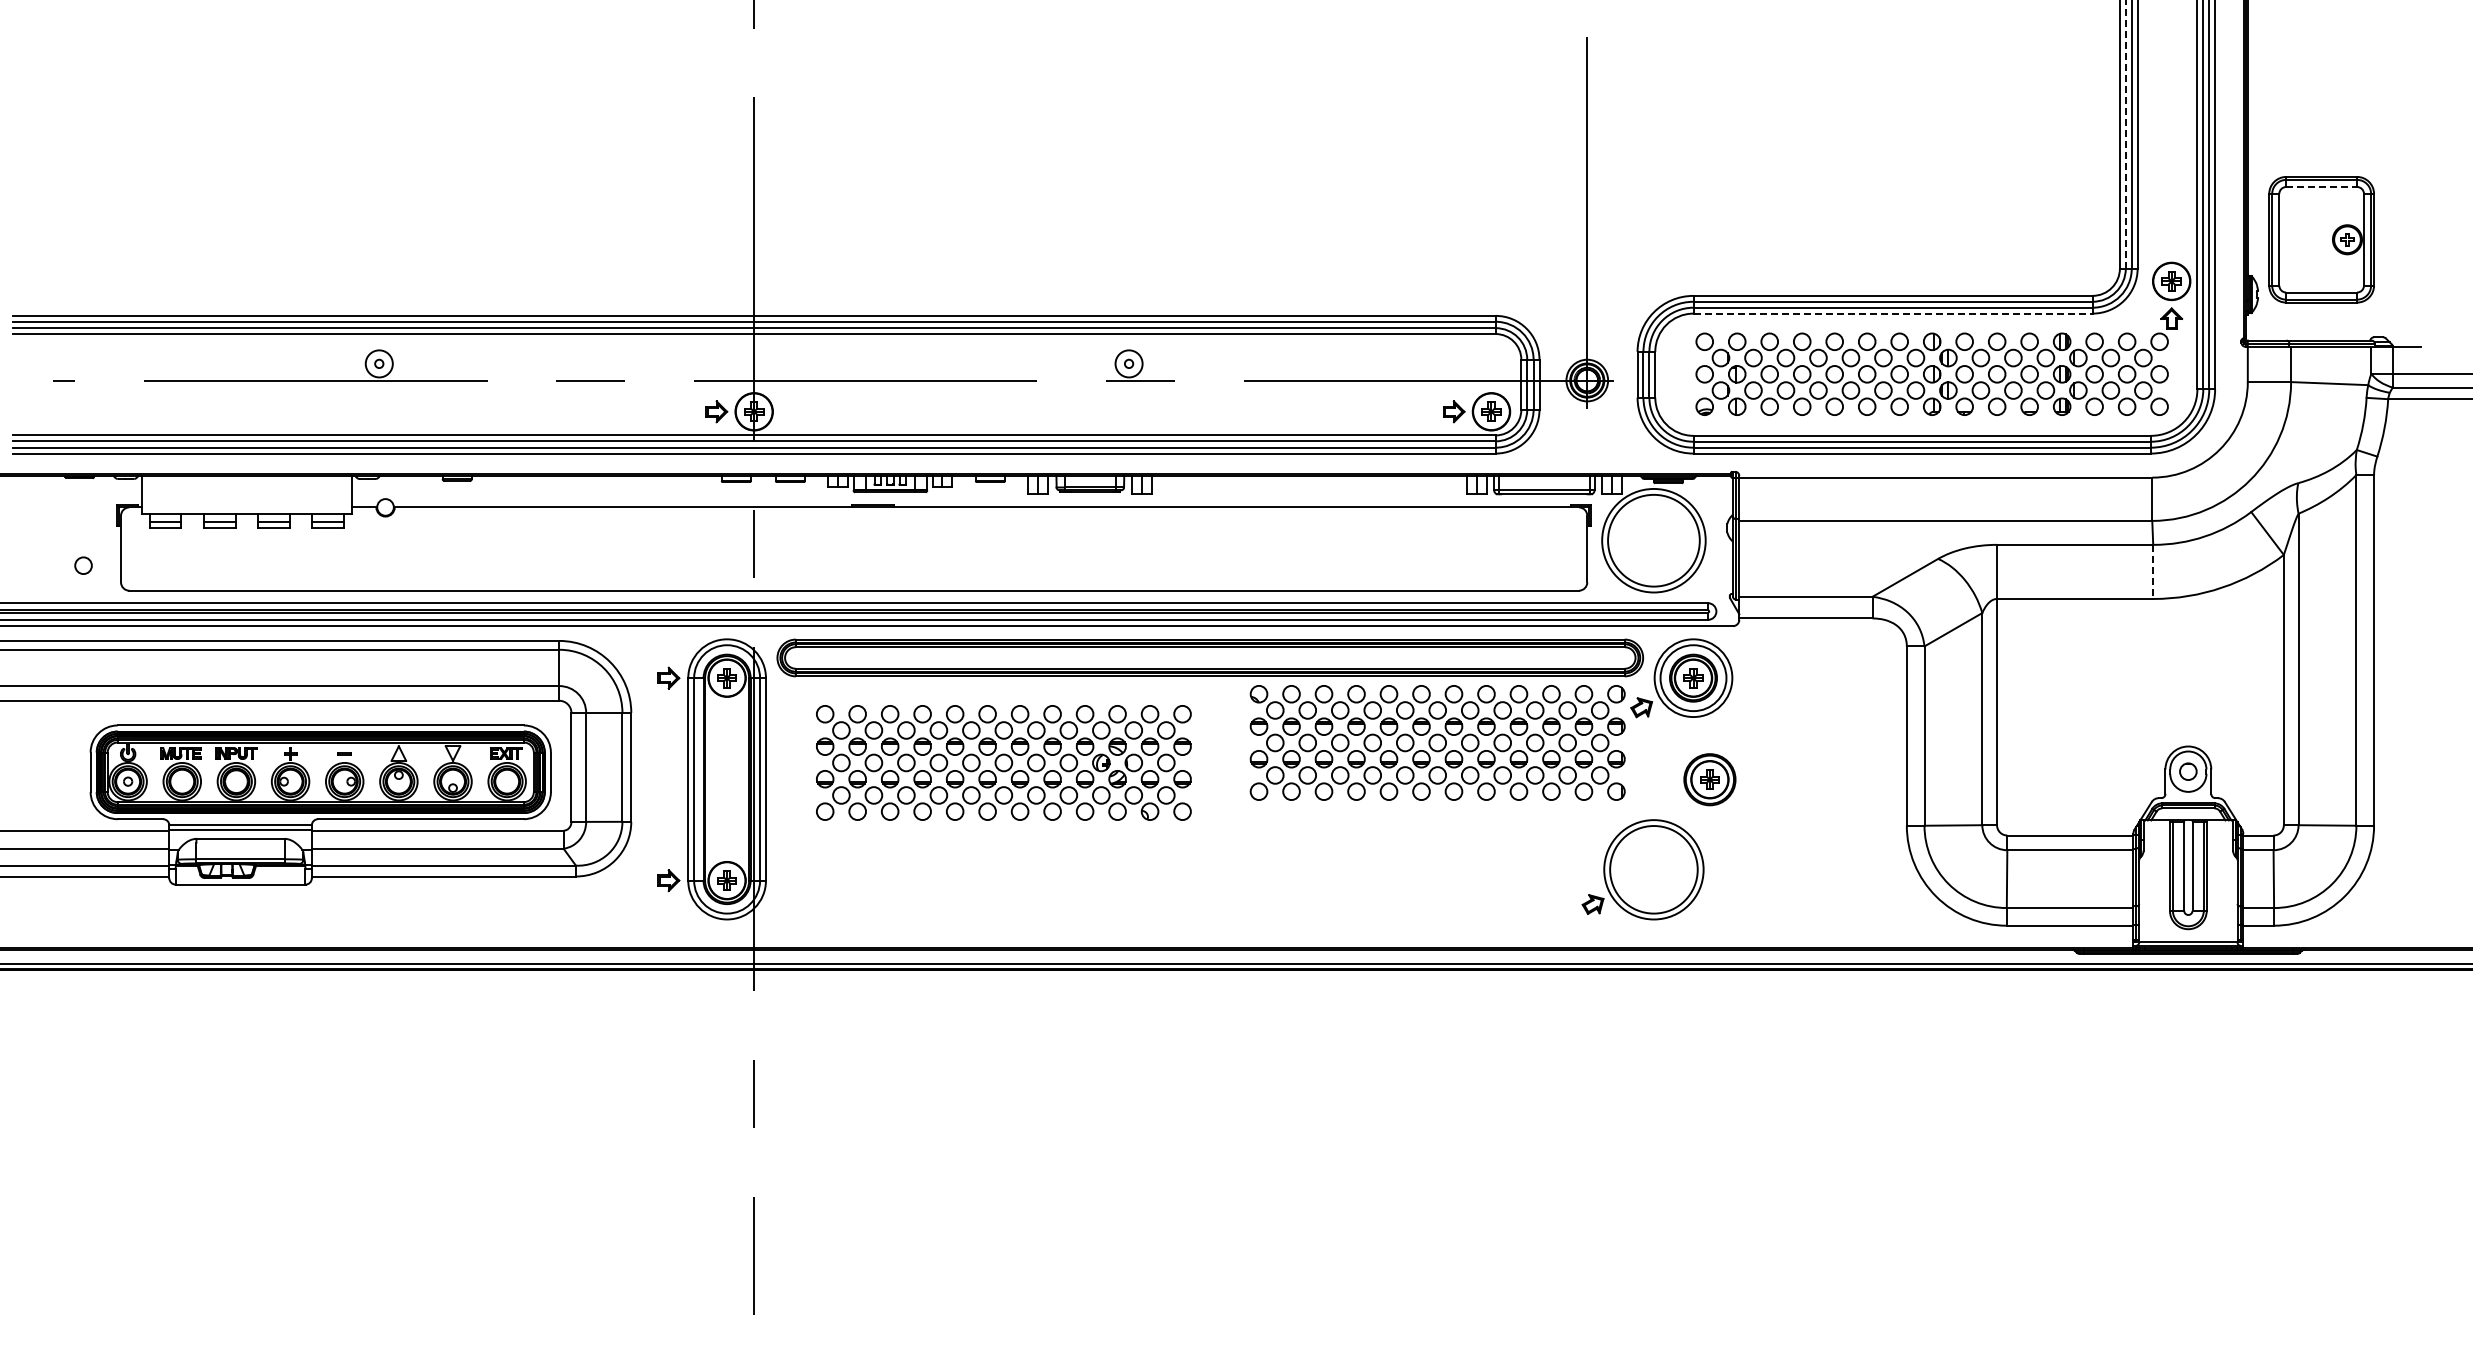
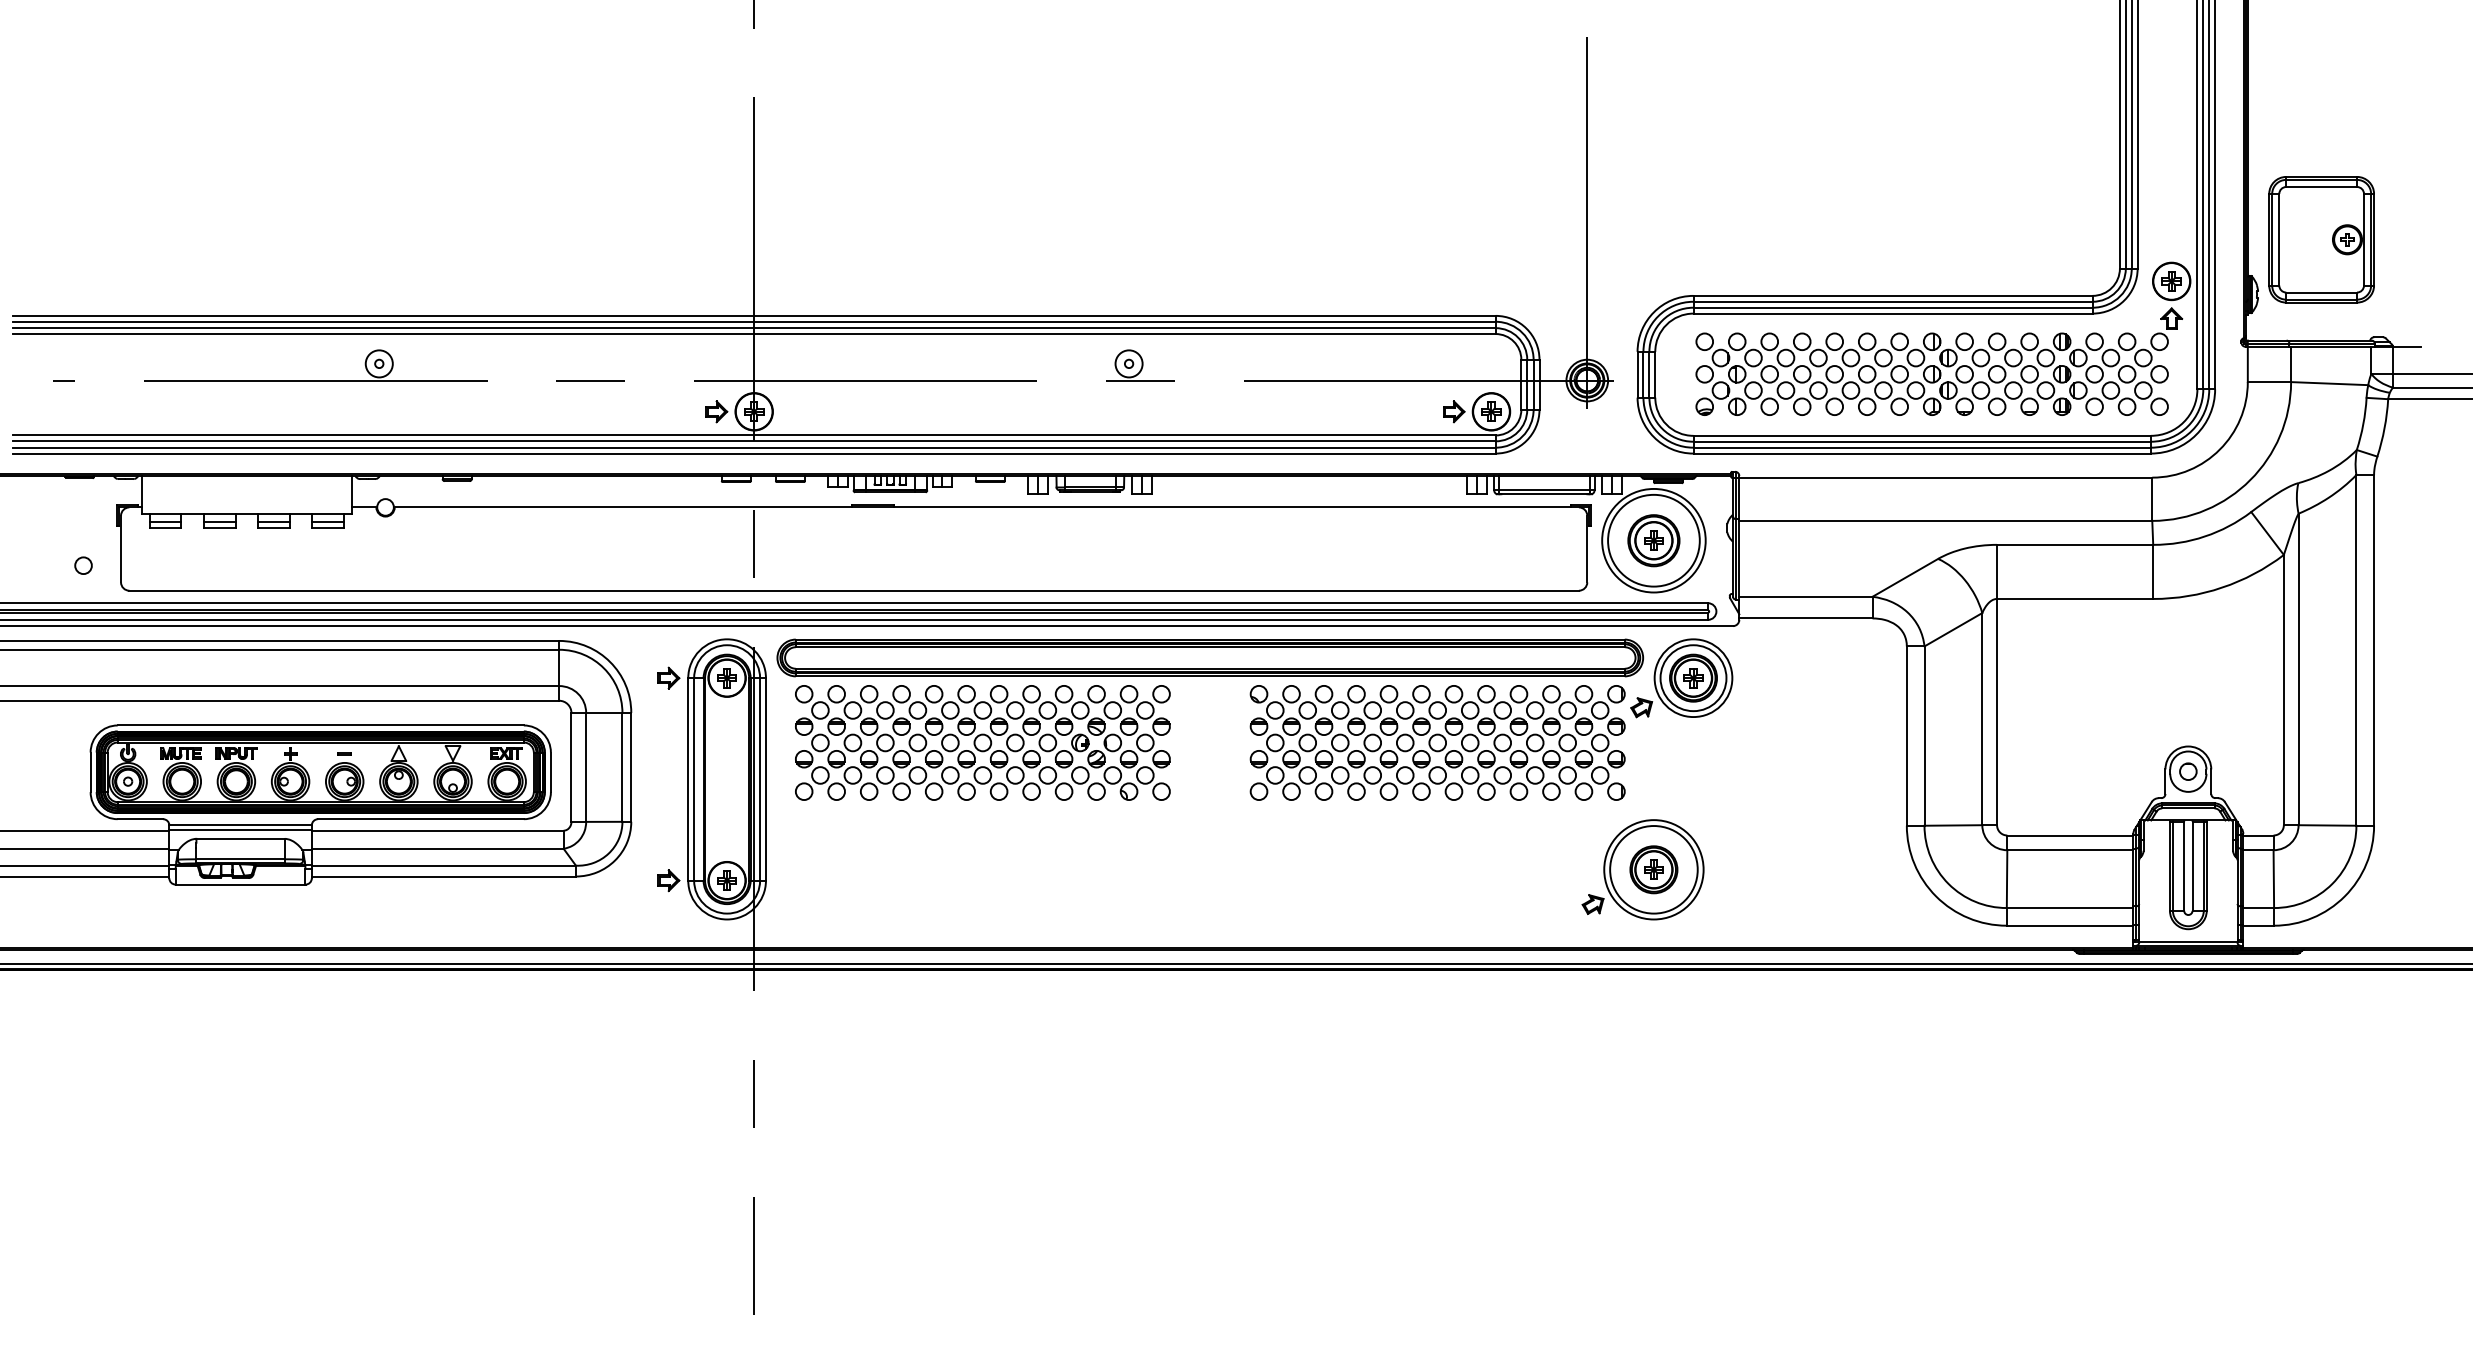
line at (2125, 134): dashed -> solid
line at (2322, 187): dashed -> solid
line at (1893, 313): dashed -> solid
line at (2153, 572): dashed -> solid
part at (1003, 762) position: (1003, 762) -> (982, 742)
part at (1709, 779) position: (1709, 779) -> (1653, 540)
part at (1653, 869): none -> present
